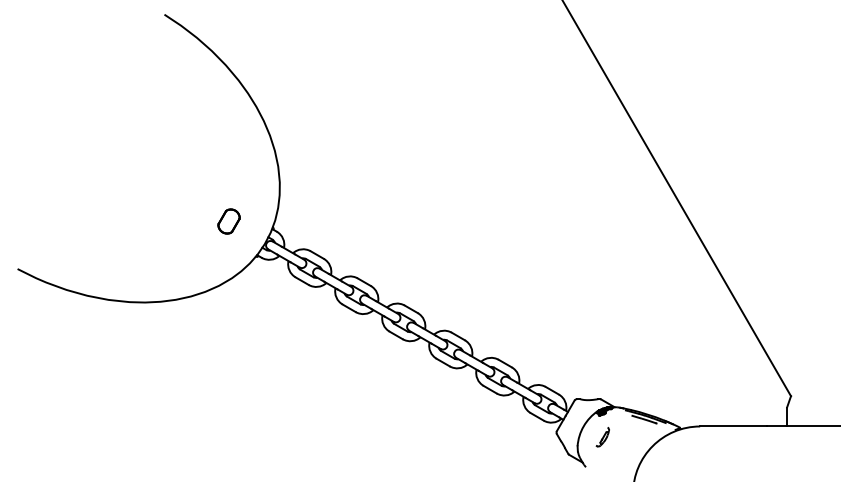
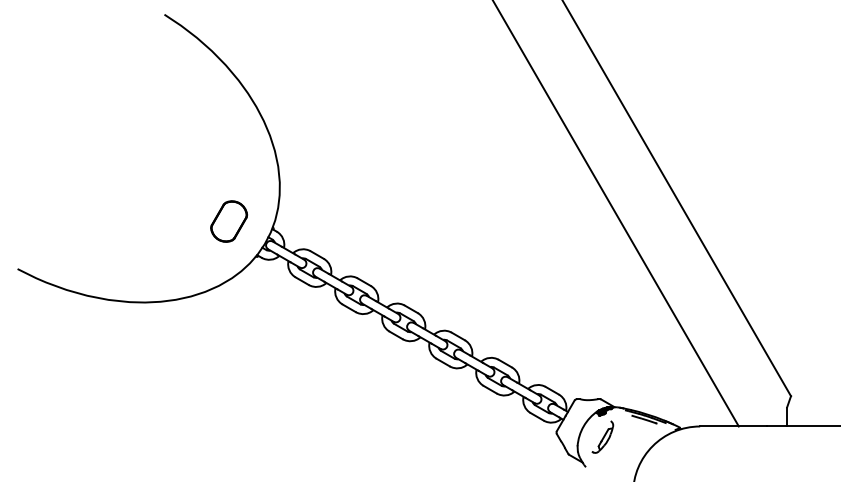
line at (615, 214): none -> present
part at (228, 221) size: 24x27 px -> 38x43 px
part at (602, 437) size: 15x21 px -> 24x34 px
